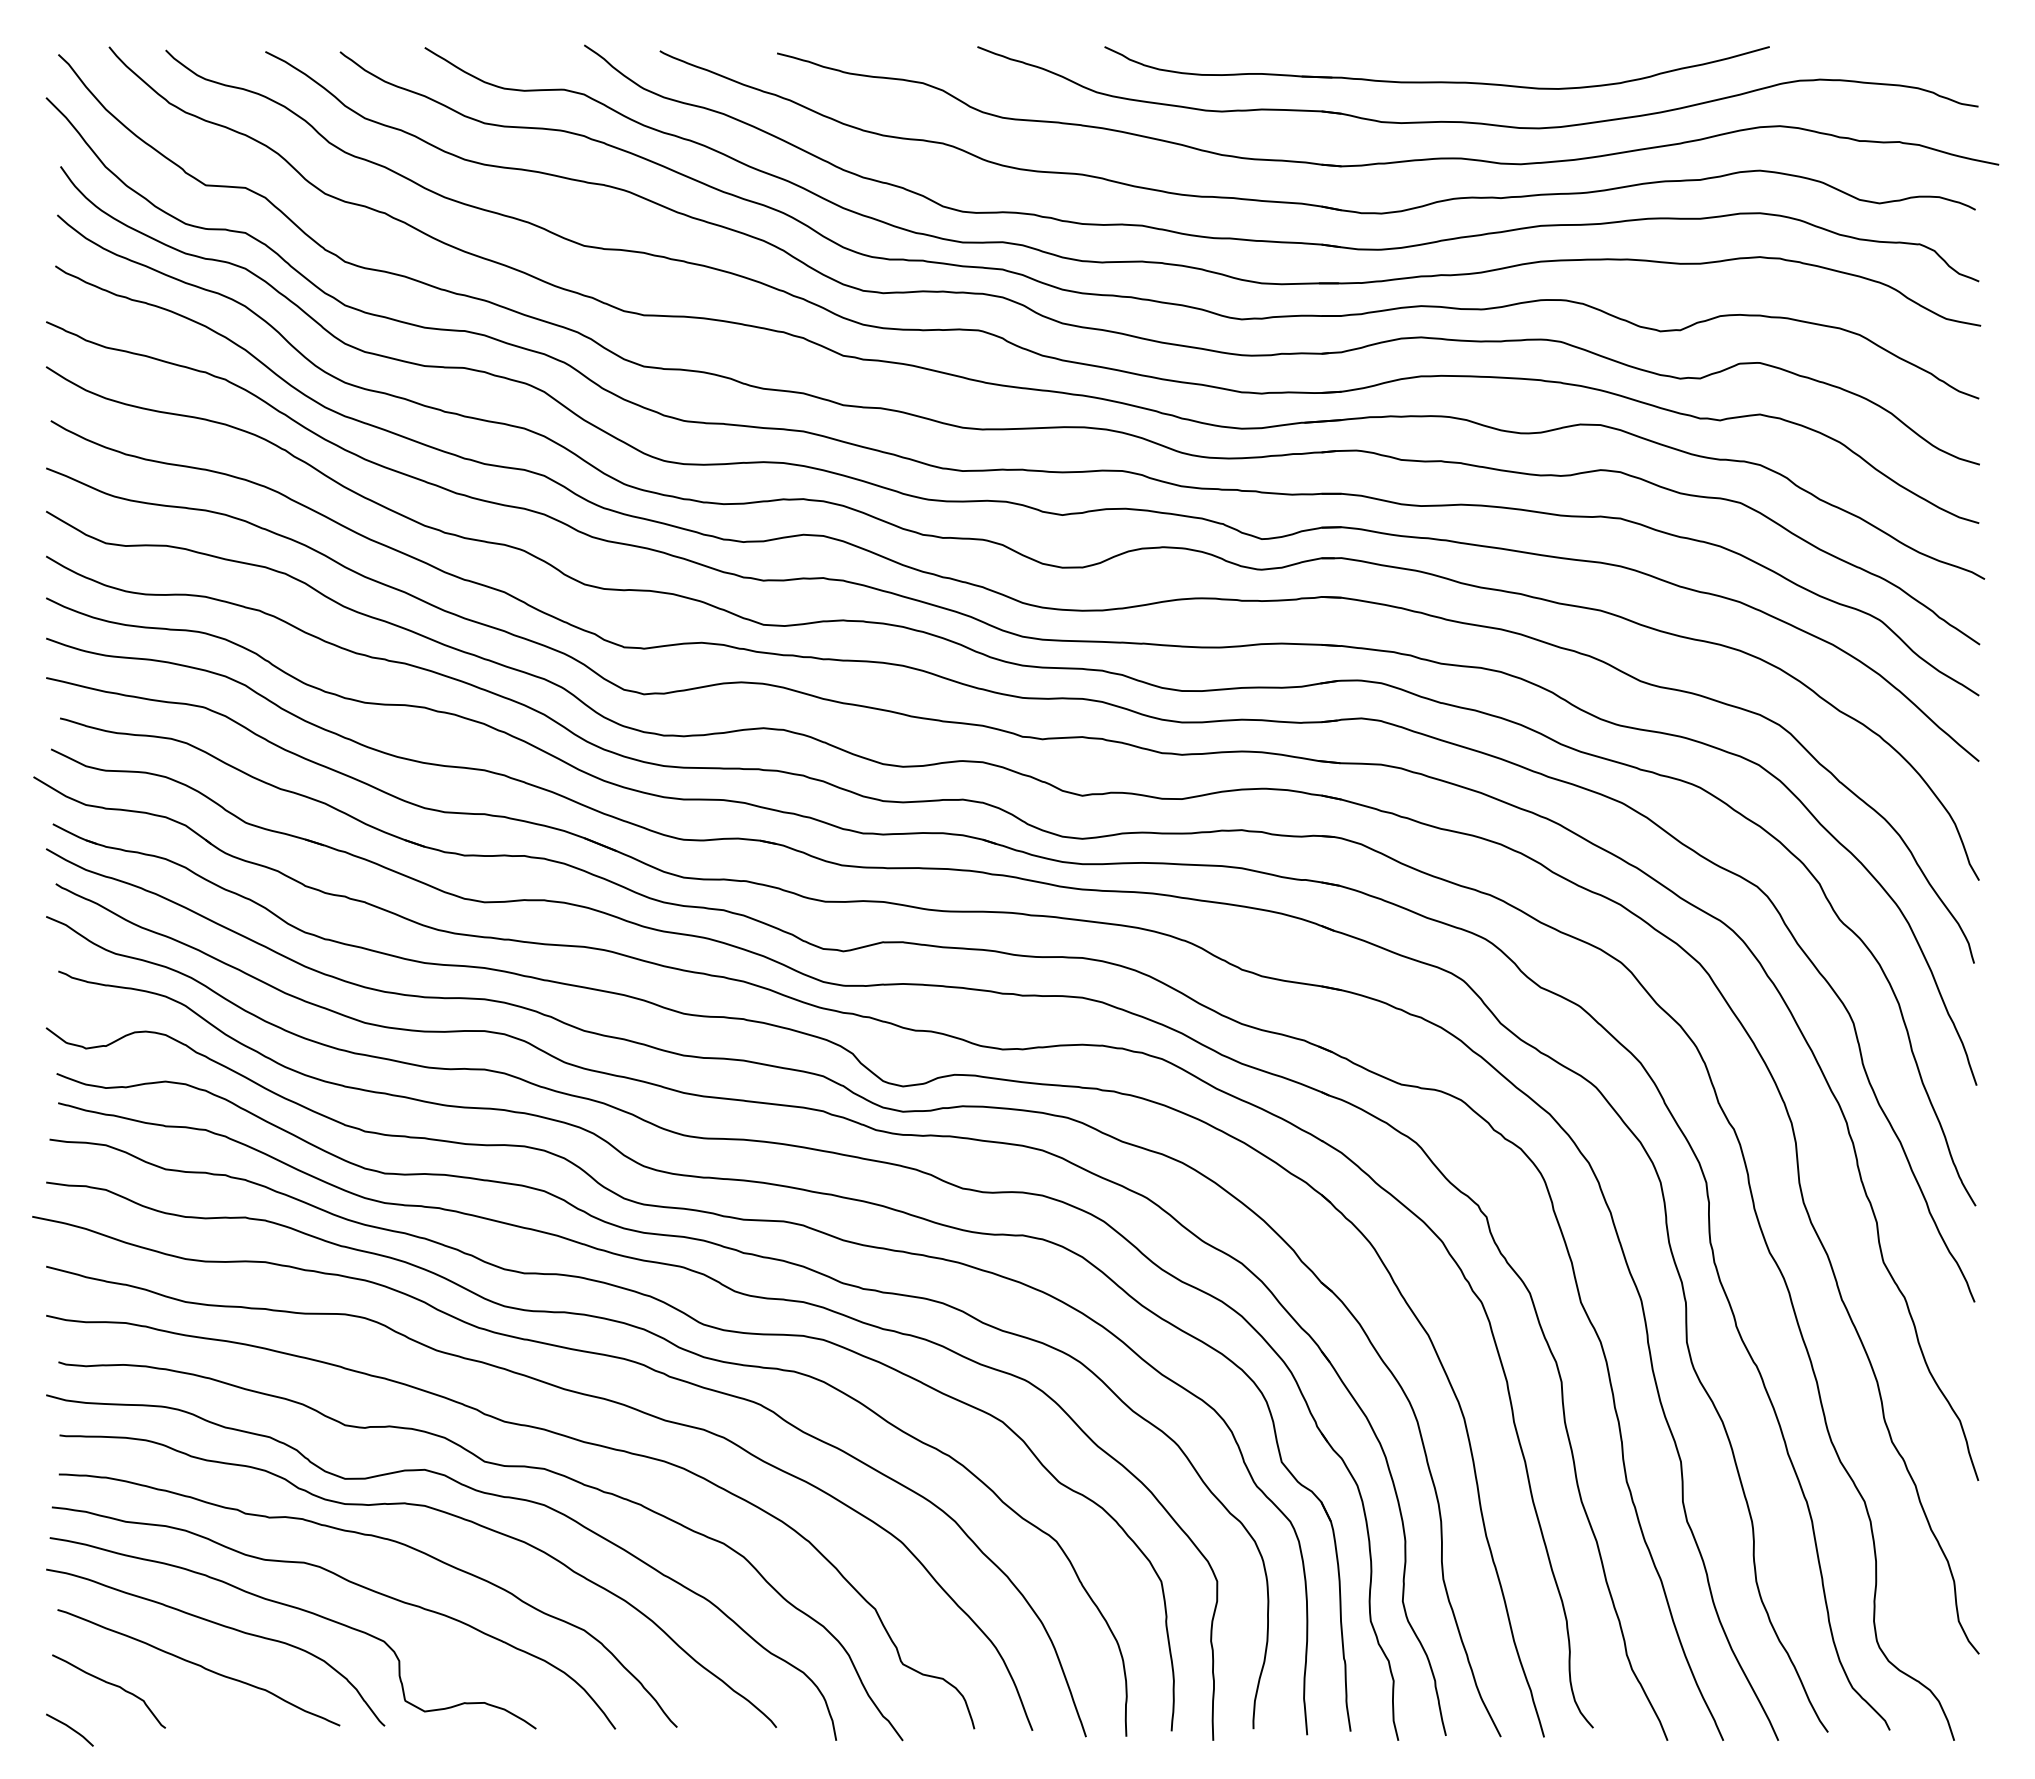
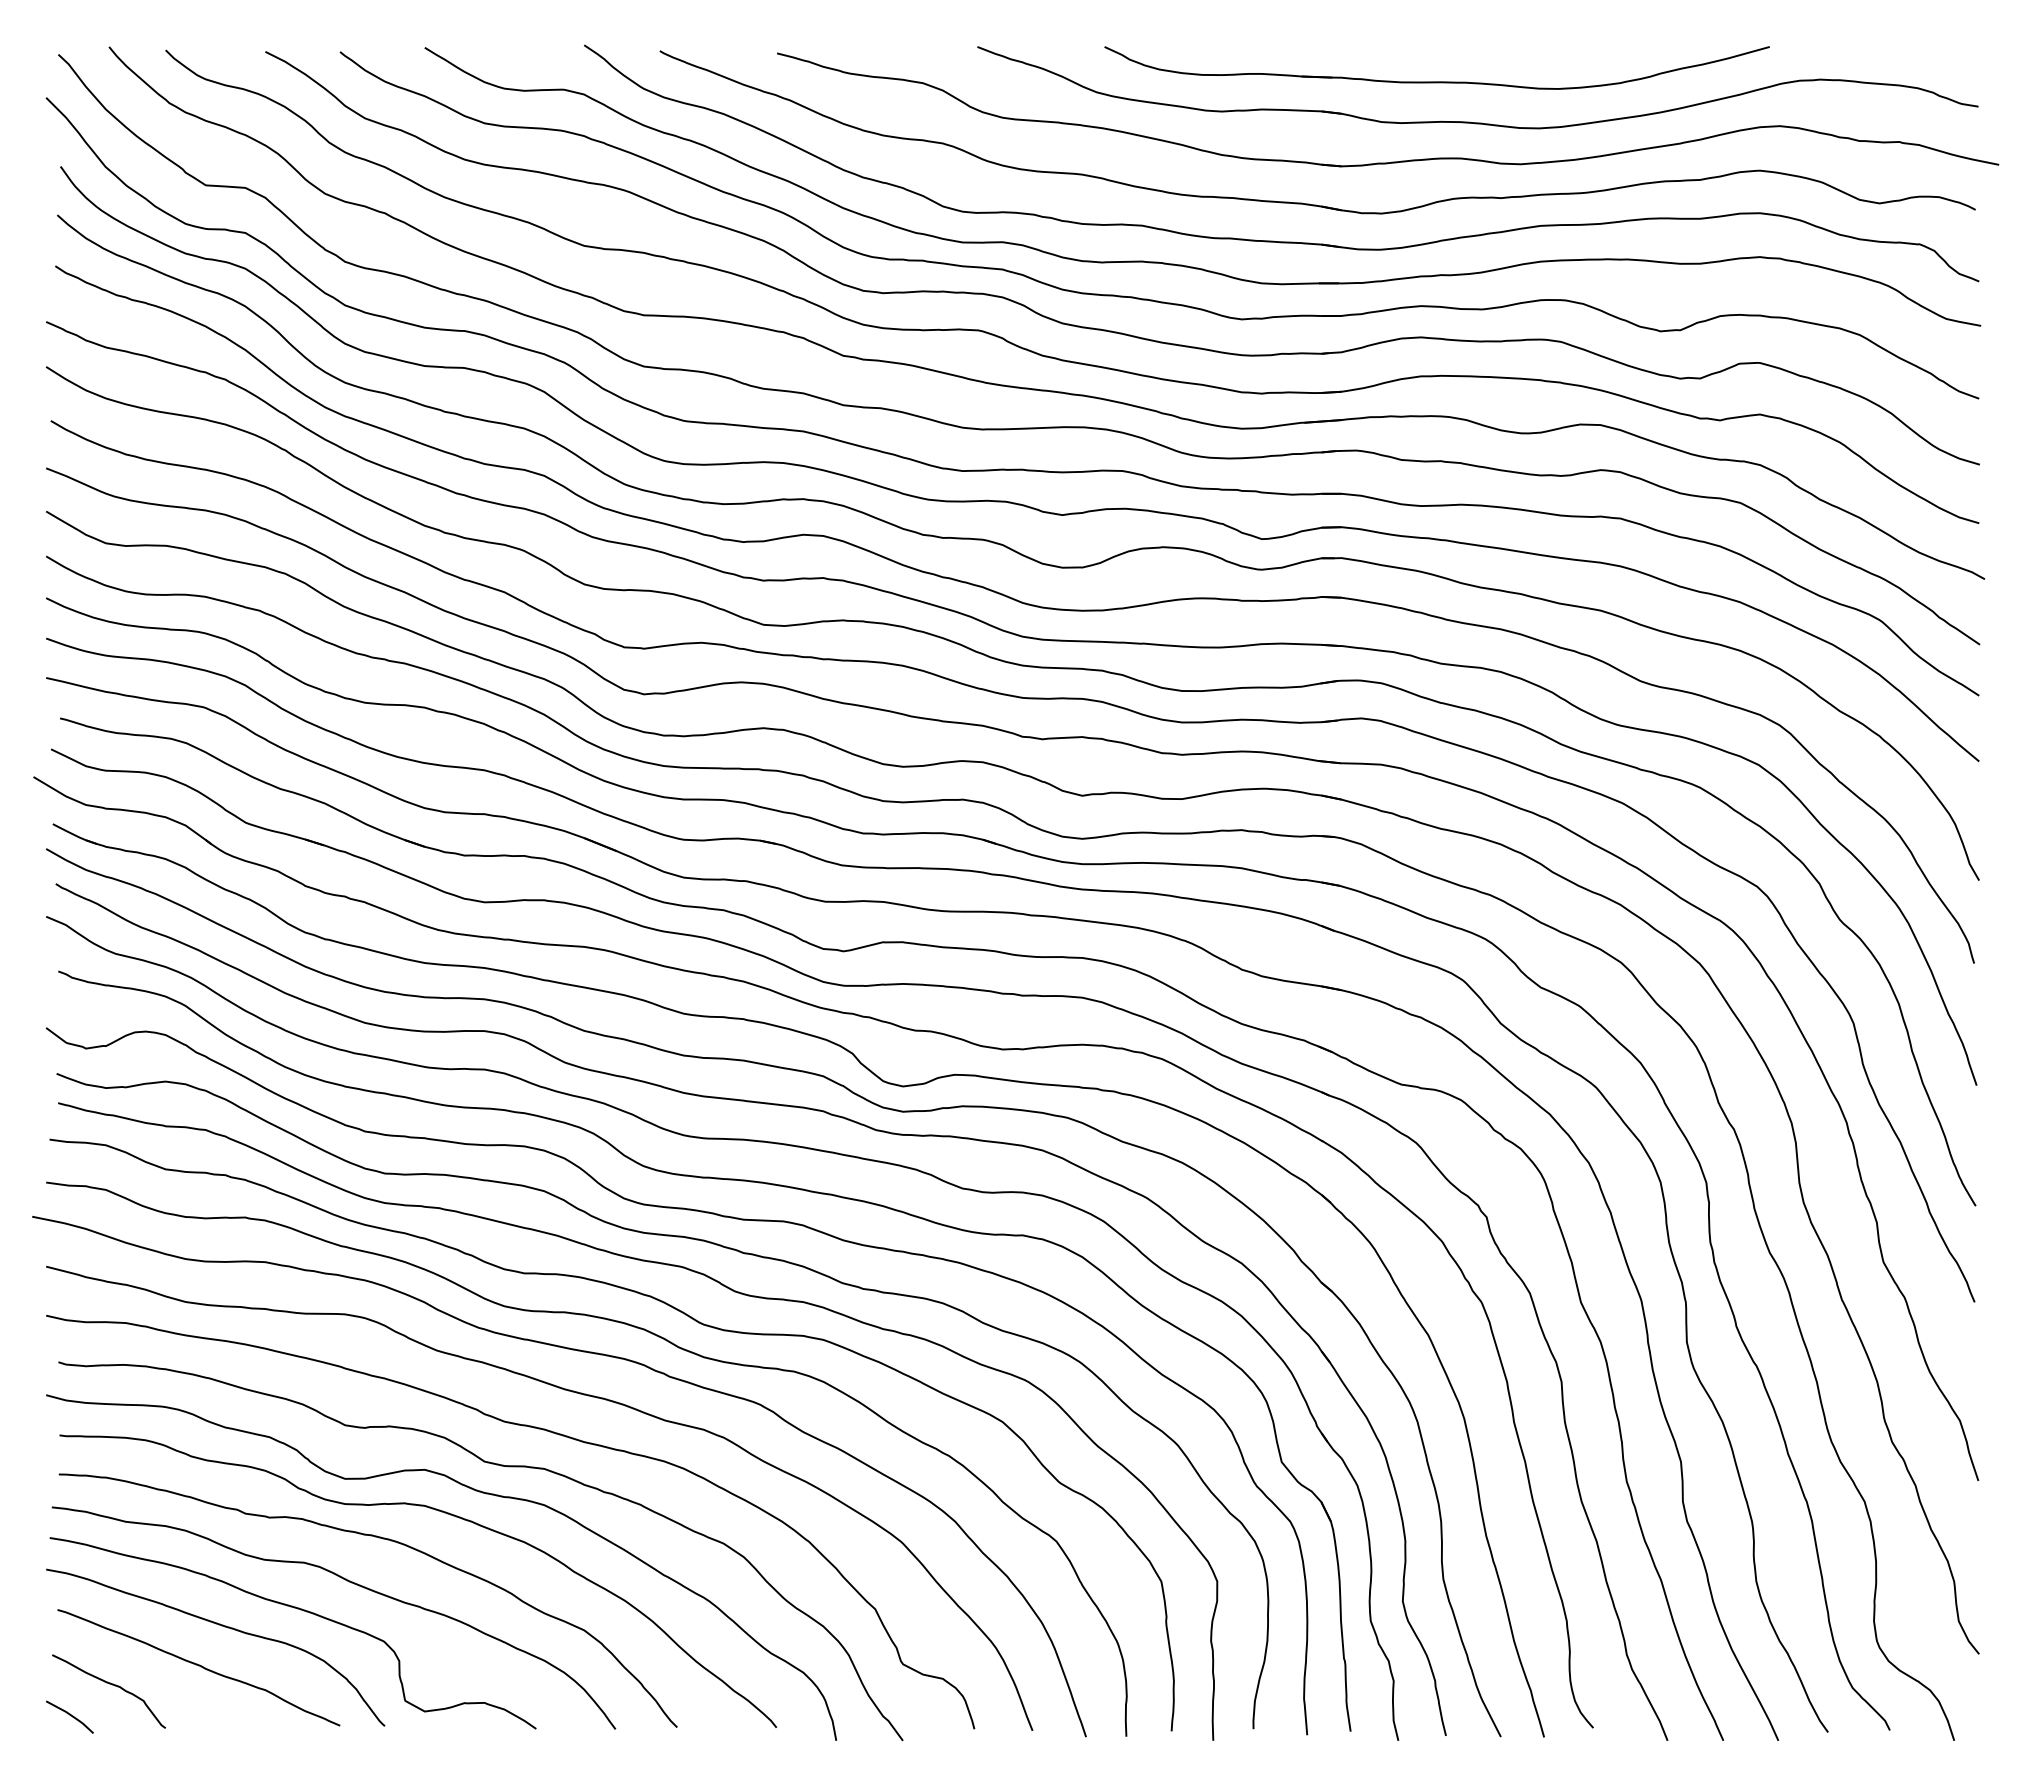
line at (69, 1728) position: (69, 1728) -> (69, 1715)
